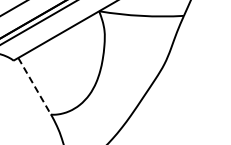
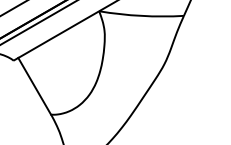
line at (34, 86): dashed -> solid
